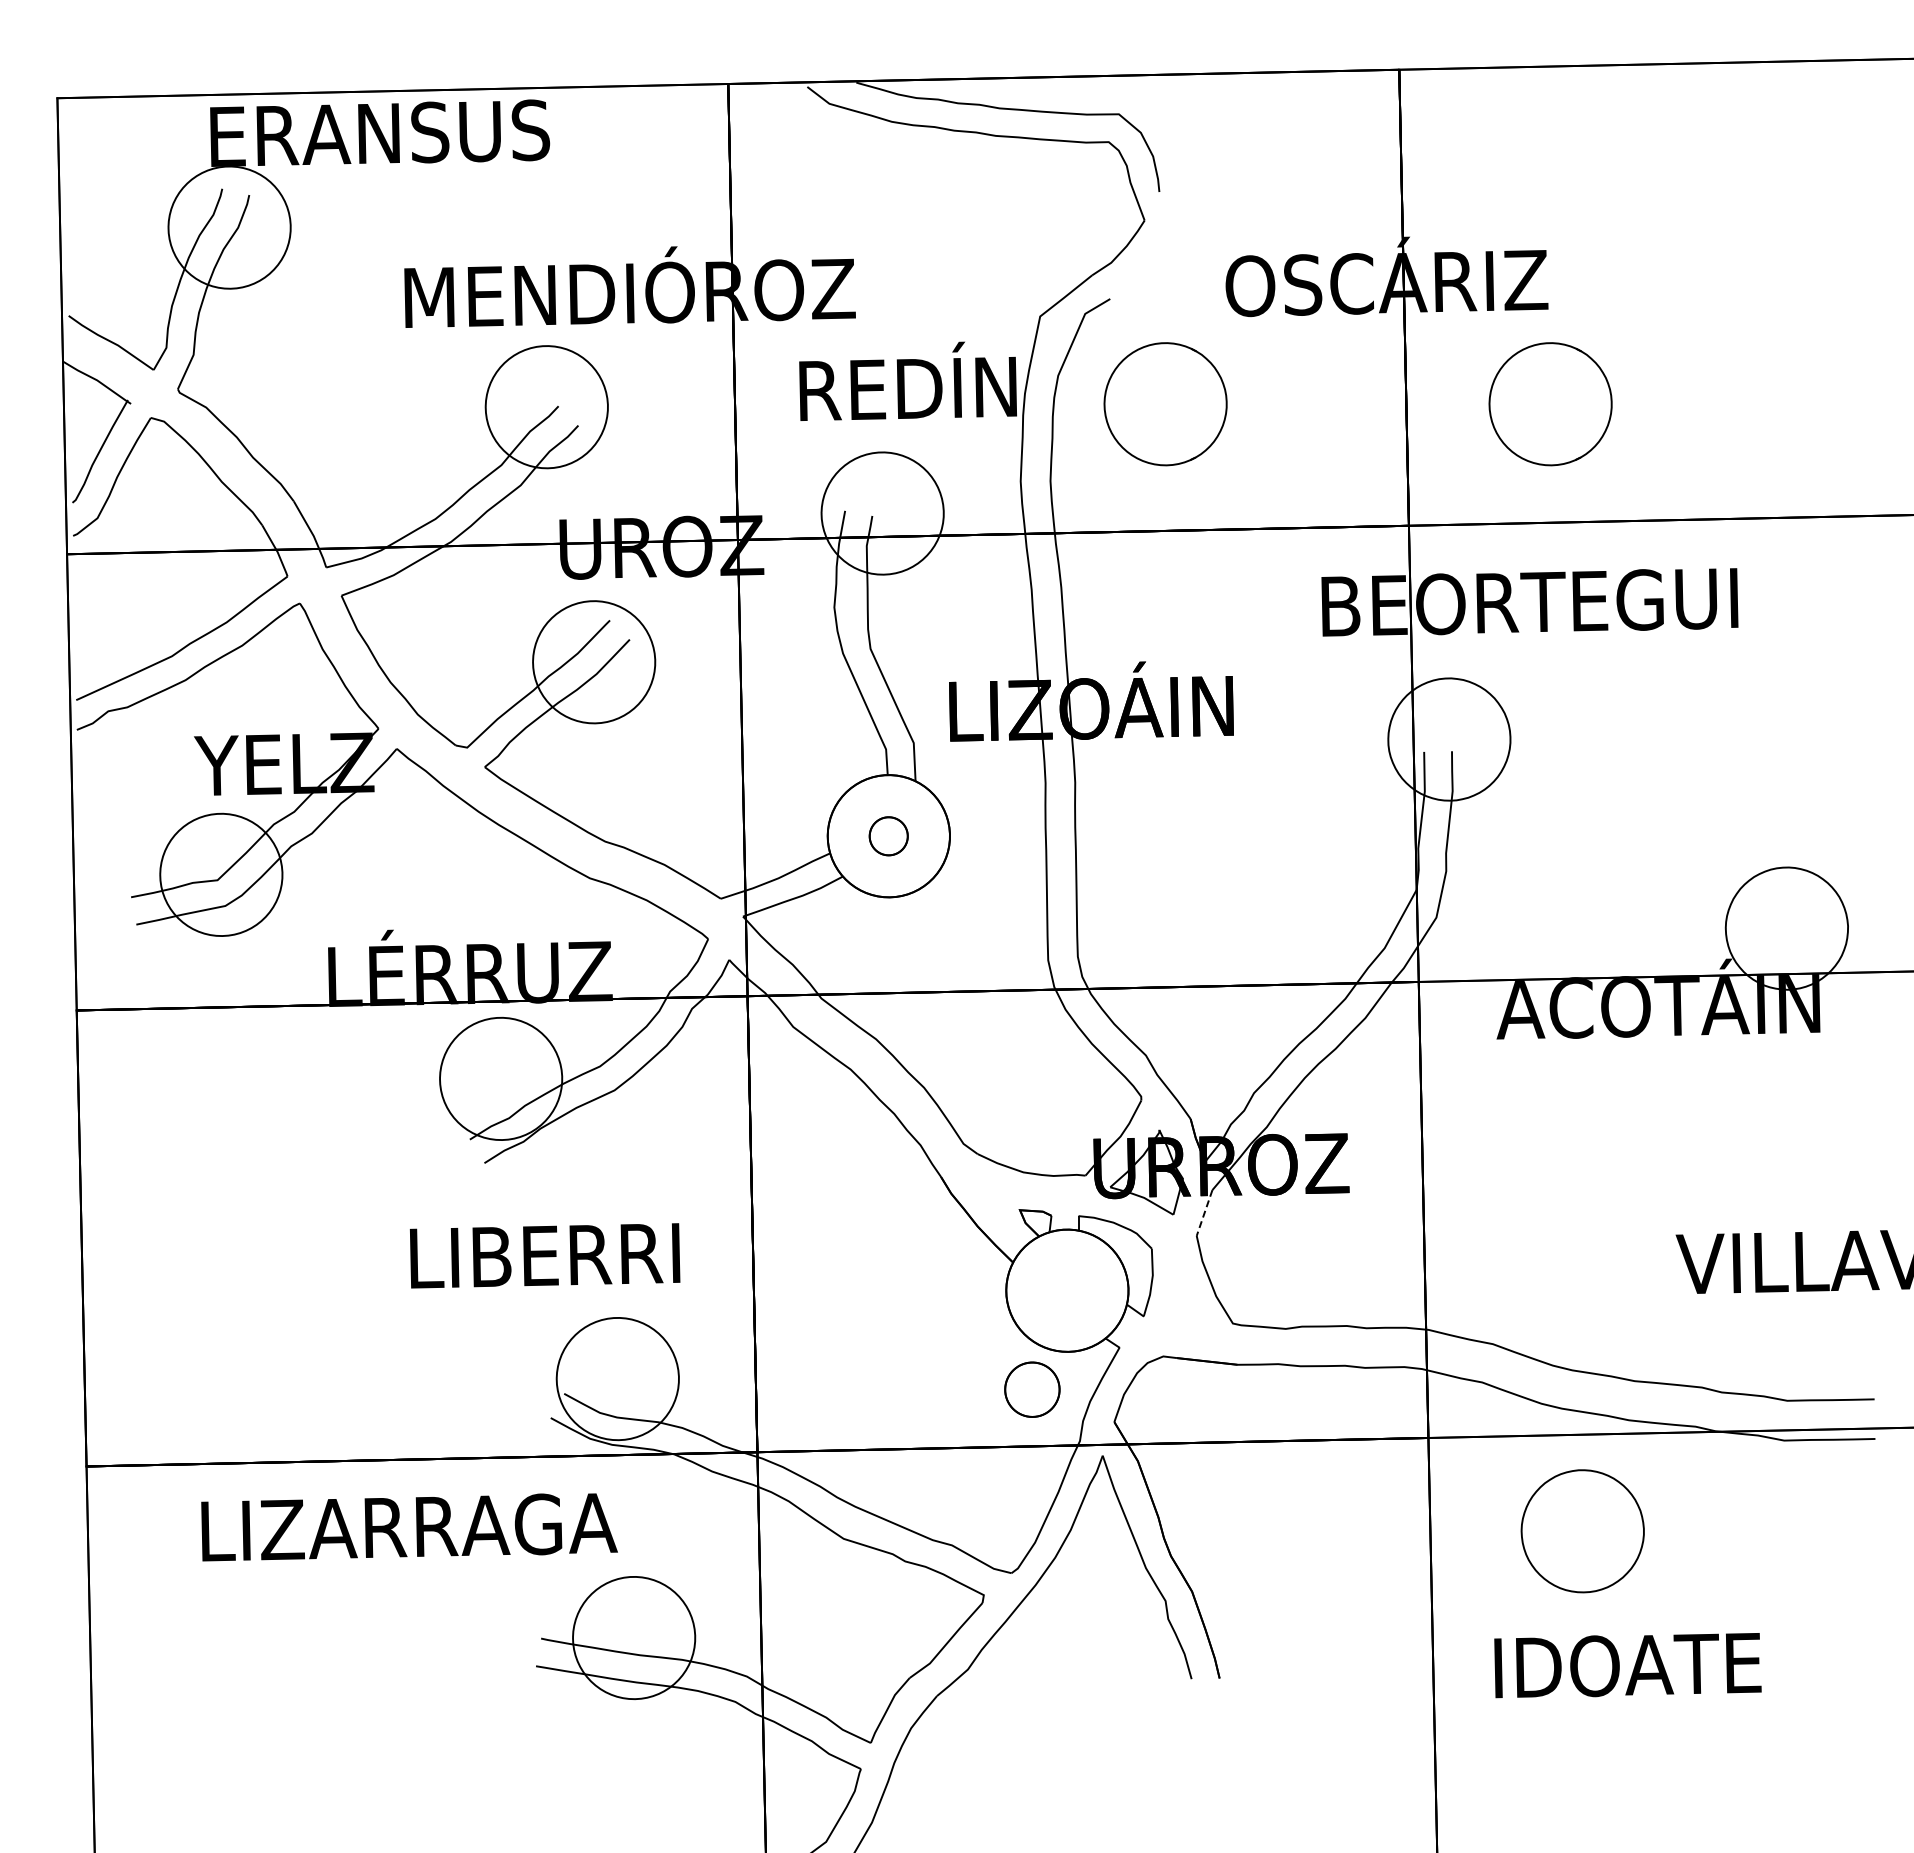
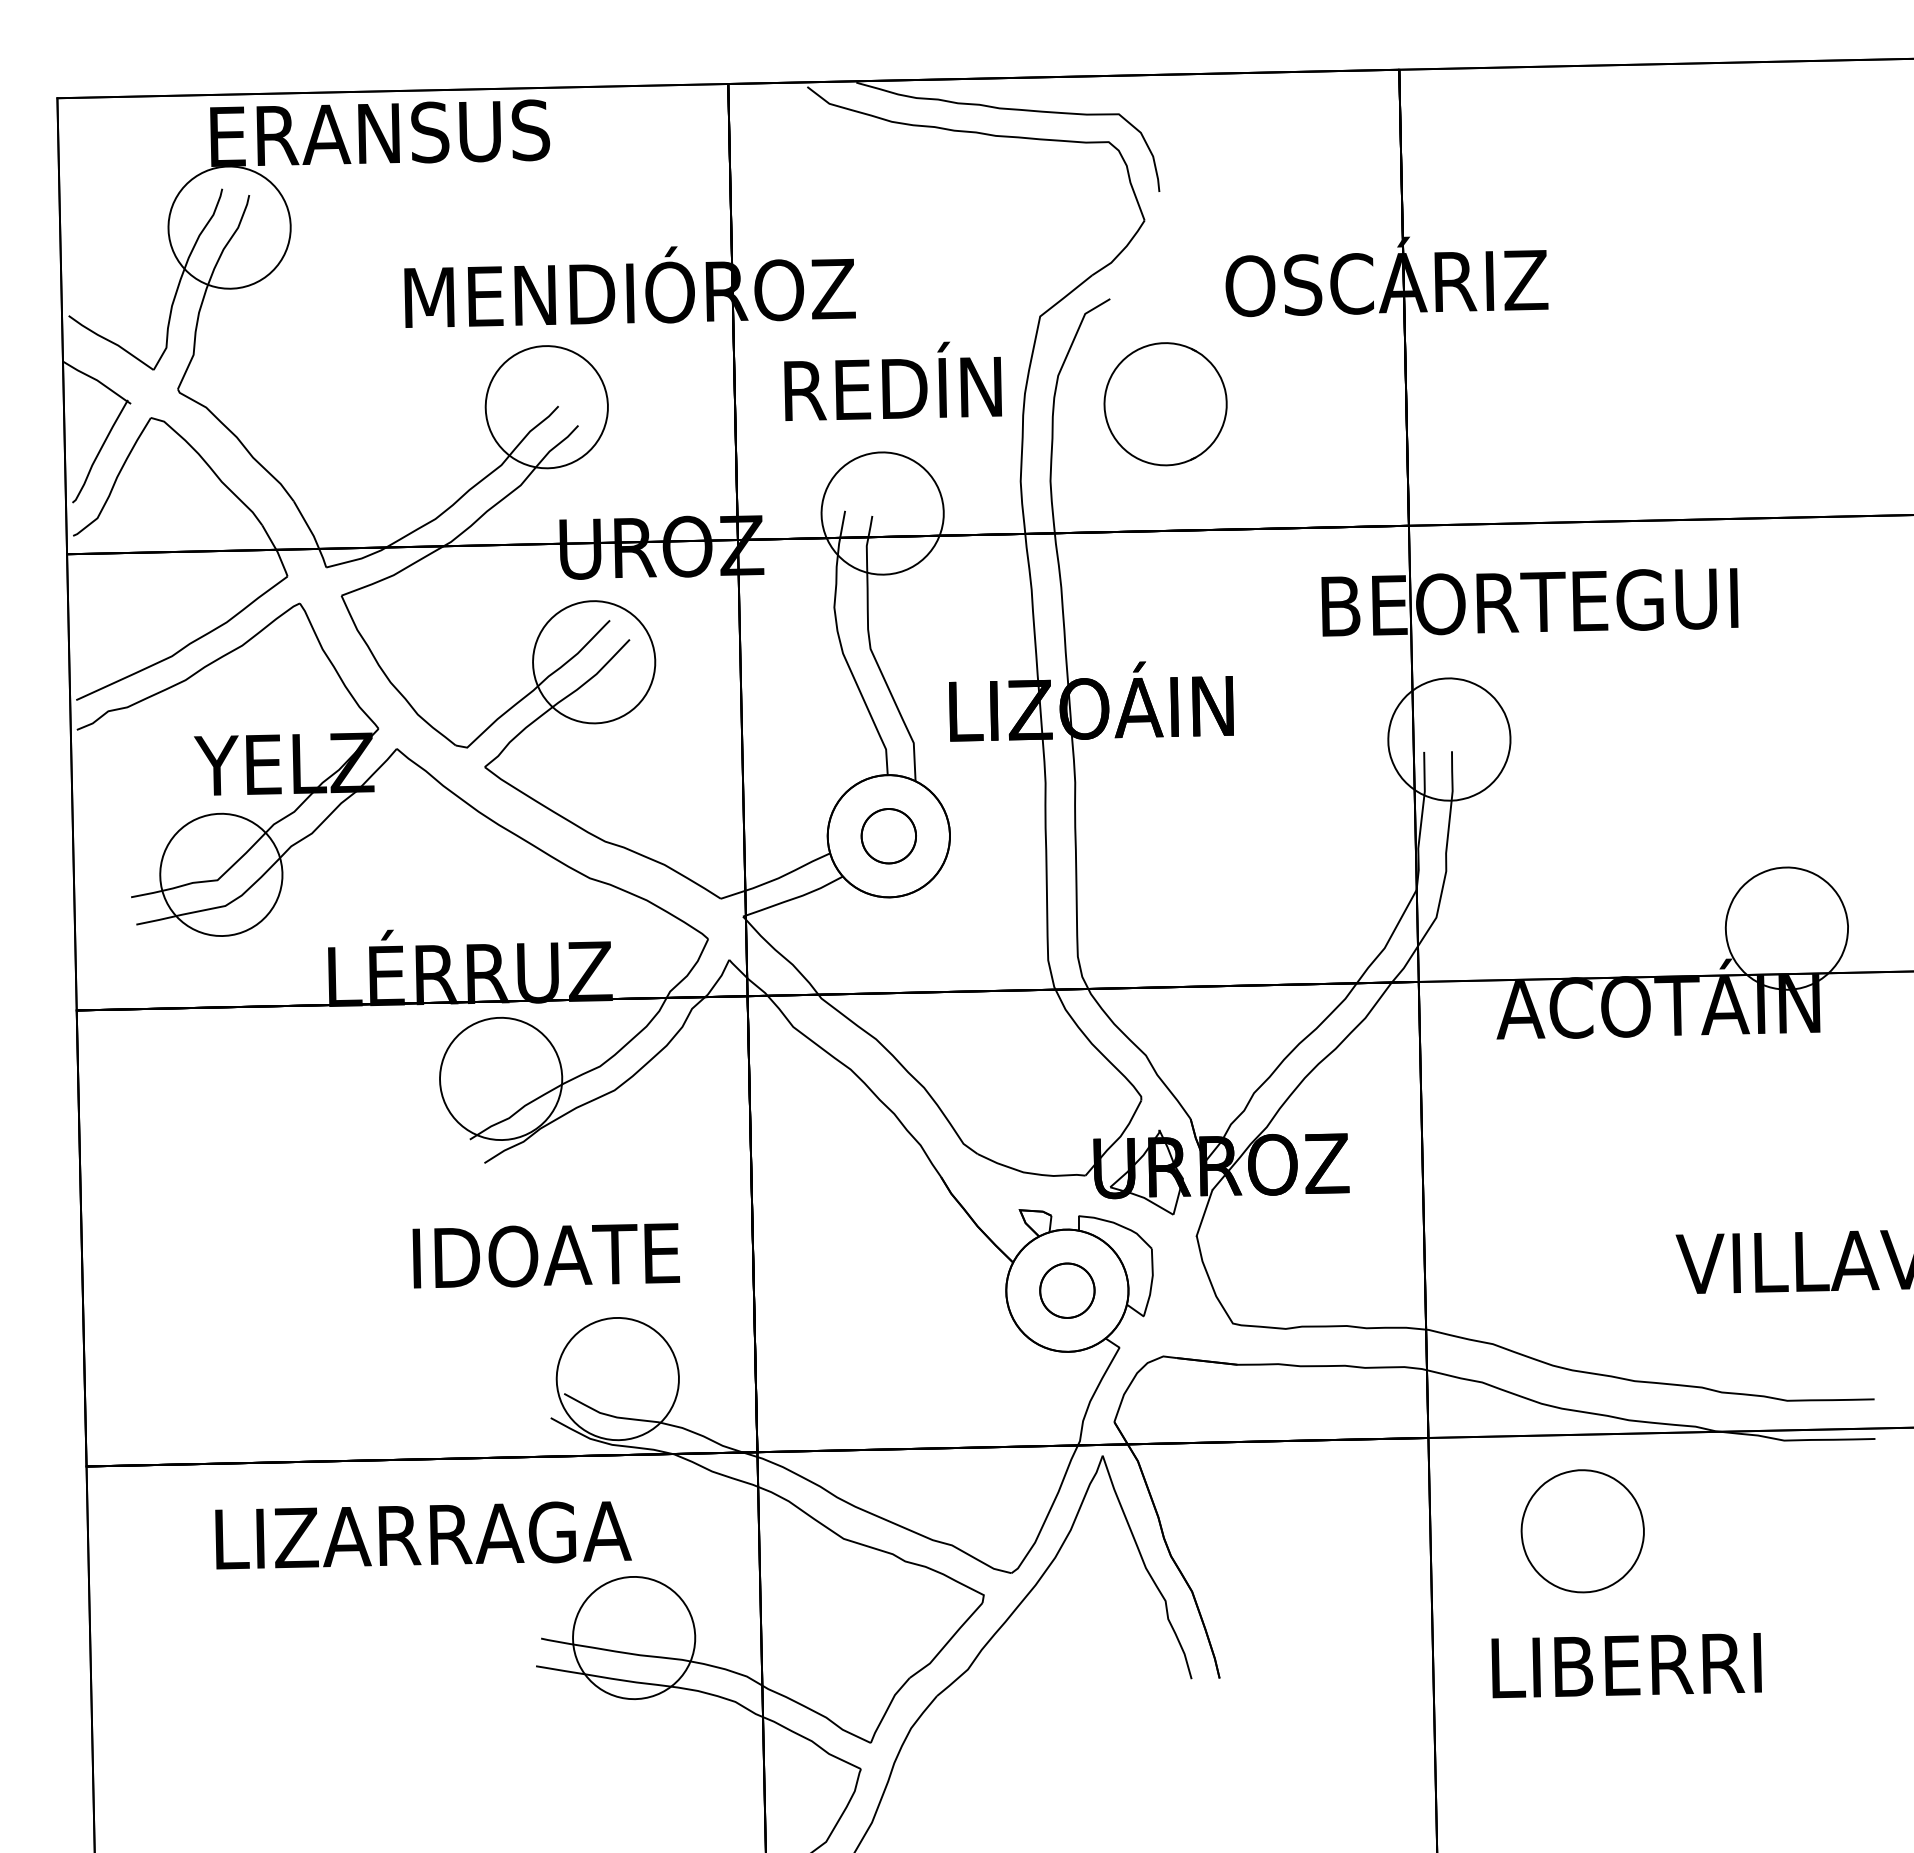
text at (907, 380) position: (907, 380) -> (892, 380)
part at (1550, 404): present -> none
part at (888, 836) size: 41x41 px -> 57x57 px
line at (1204, 1213): dashed -> solid
text at (544, 1255): LIBERRI -> IDOATE
part at (1032, 1389) position: (1032, 1389) -> (1067, 1290)
text at (409, 1527) position: (409, 1527) -> (423, 1535)
text at (1626, 1665): IDOATE -> LIBERRI
